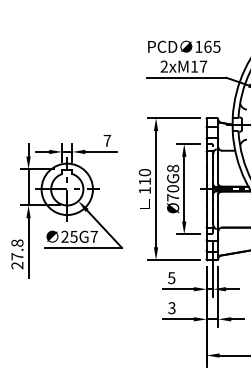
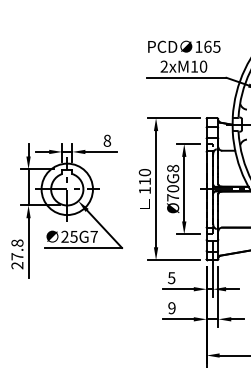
text at (203, 66): 2xM17 -> 2xM10
text at (107, 140): 7 -> 8
text at (171, 308): 3 -> 9
